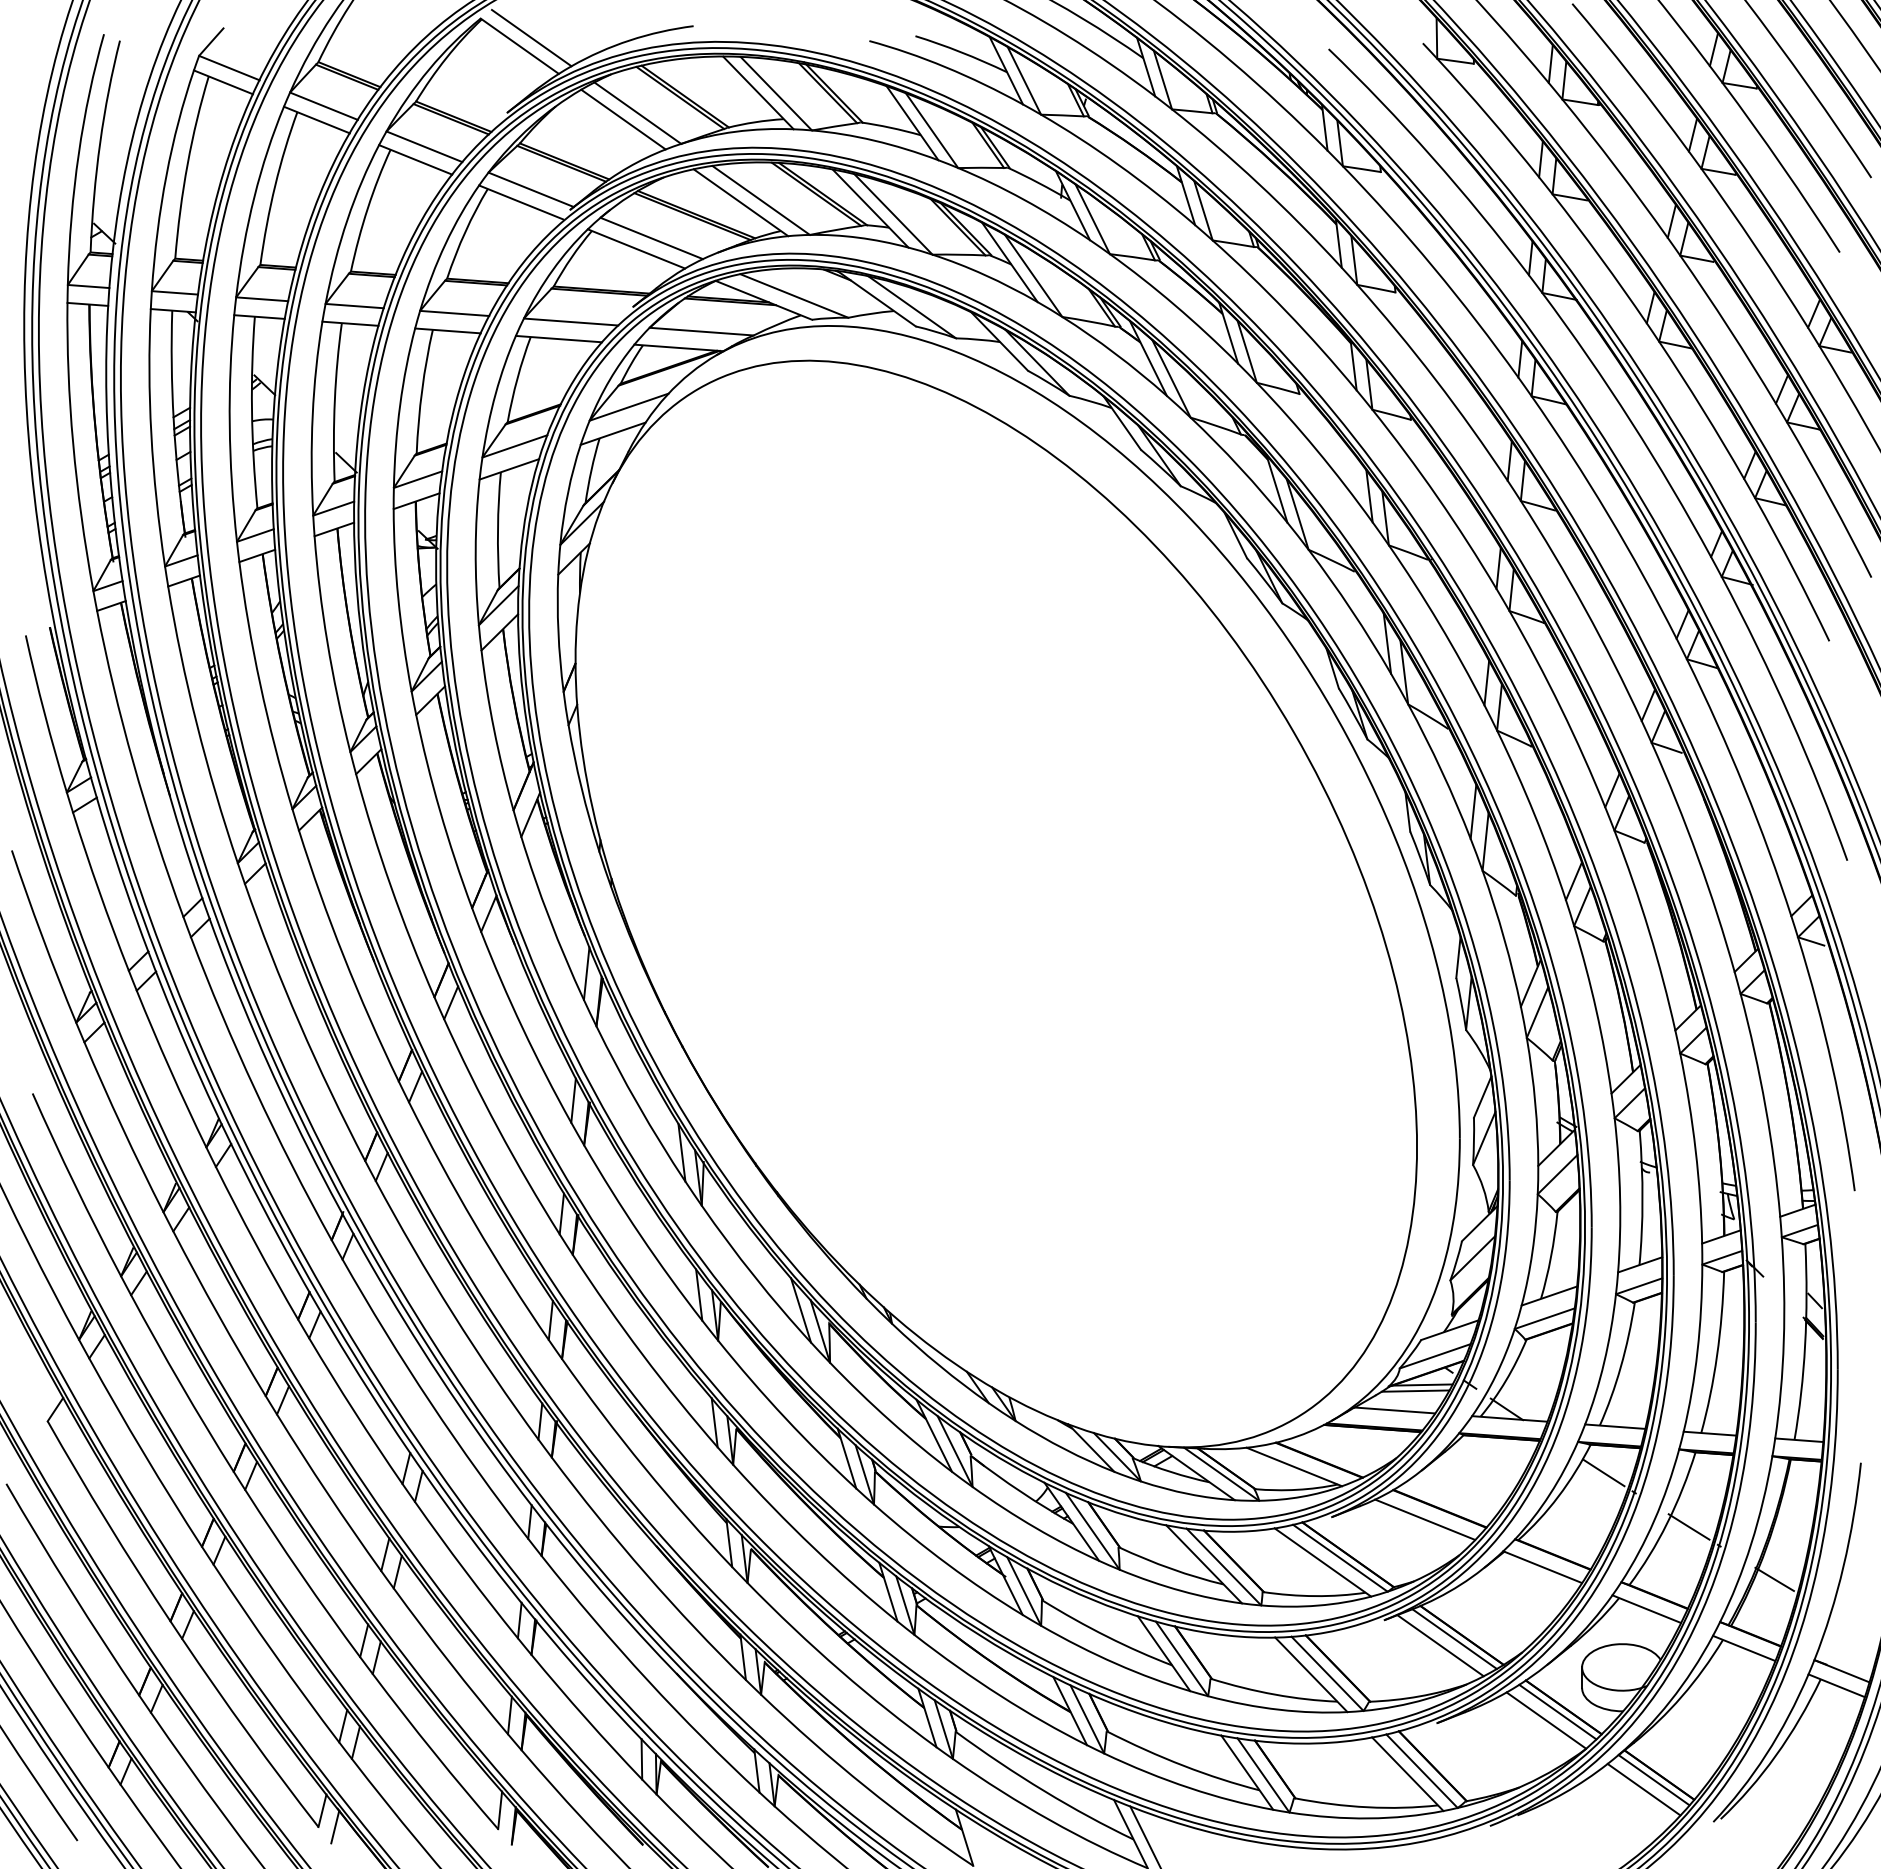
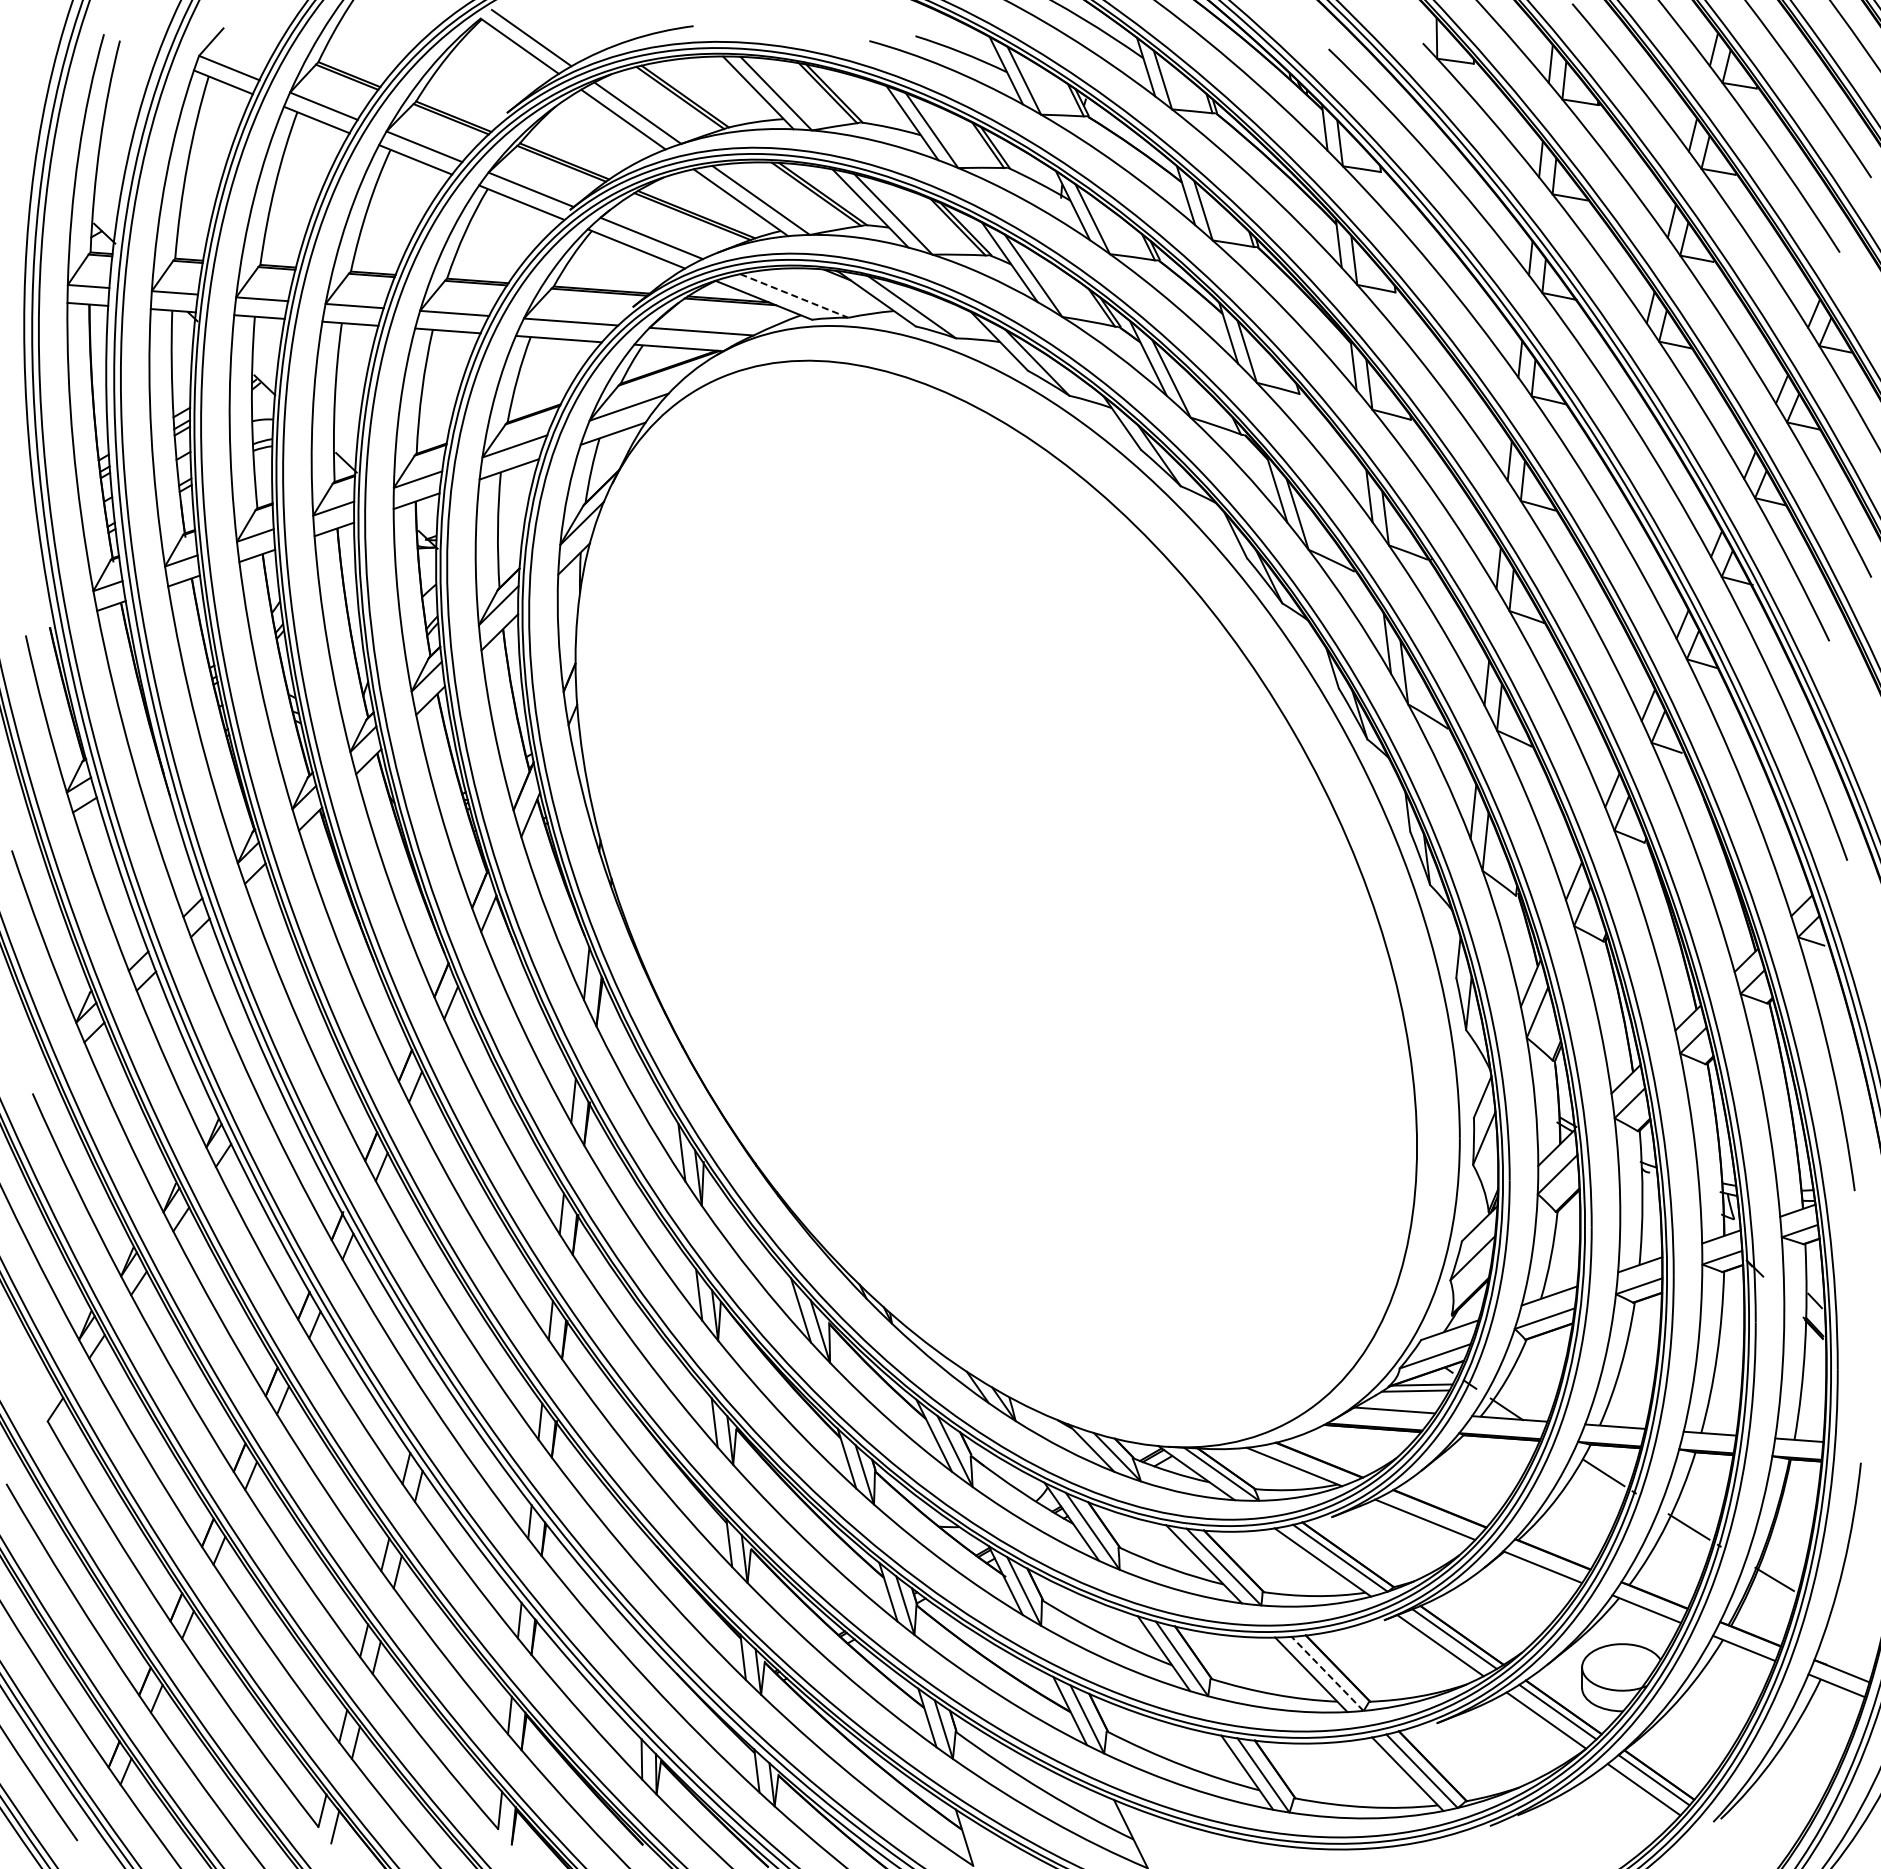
line at (794, 296): solid -> dashed
line at (1327, 1673): solid -> dashed
line at (1144, 1835): present -> none
